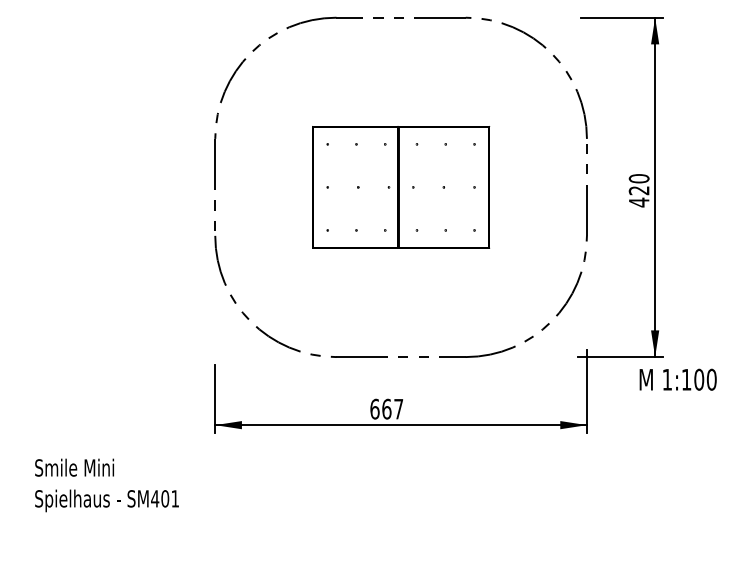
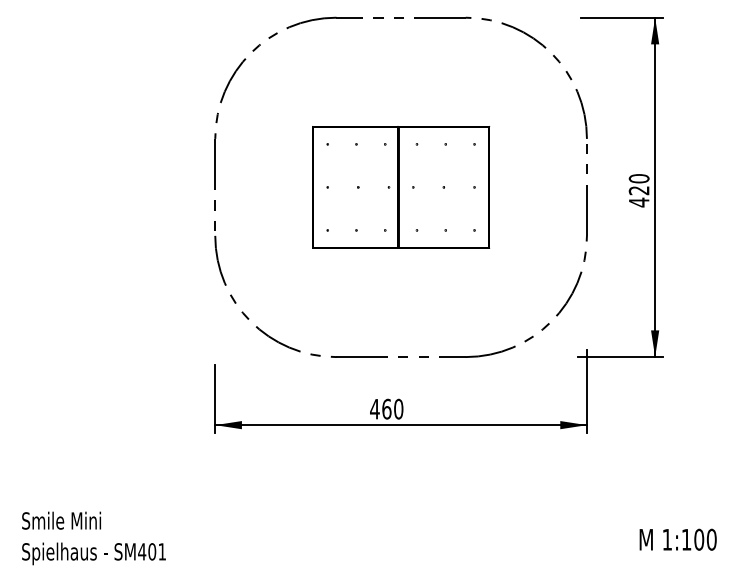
text at (677, 379) position: (677, 379) -> (677, 539)
text at (386, 408): 667 -> 460
text at (106, 485) position: (106, 485) -> (93, 538)
